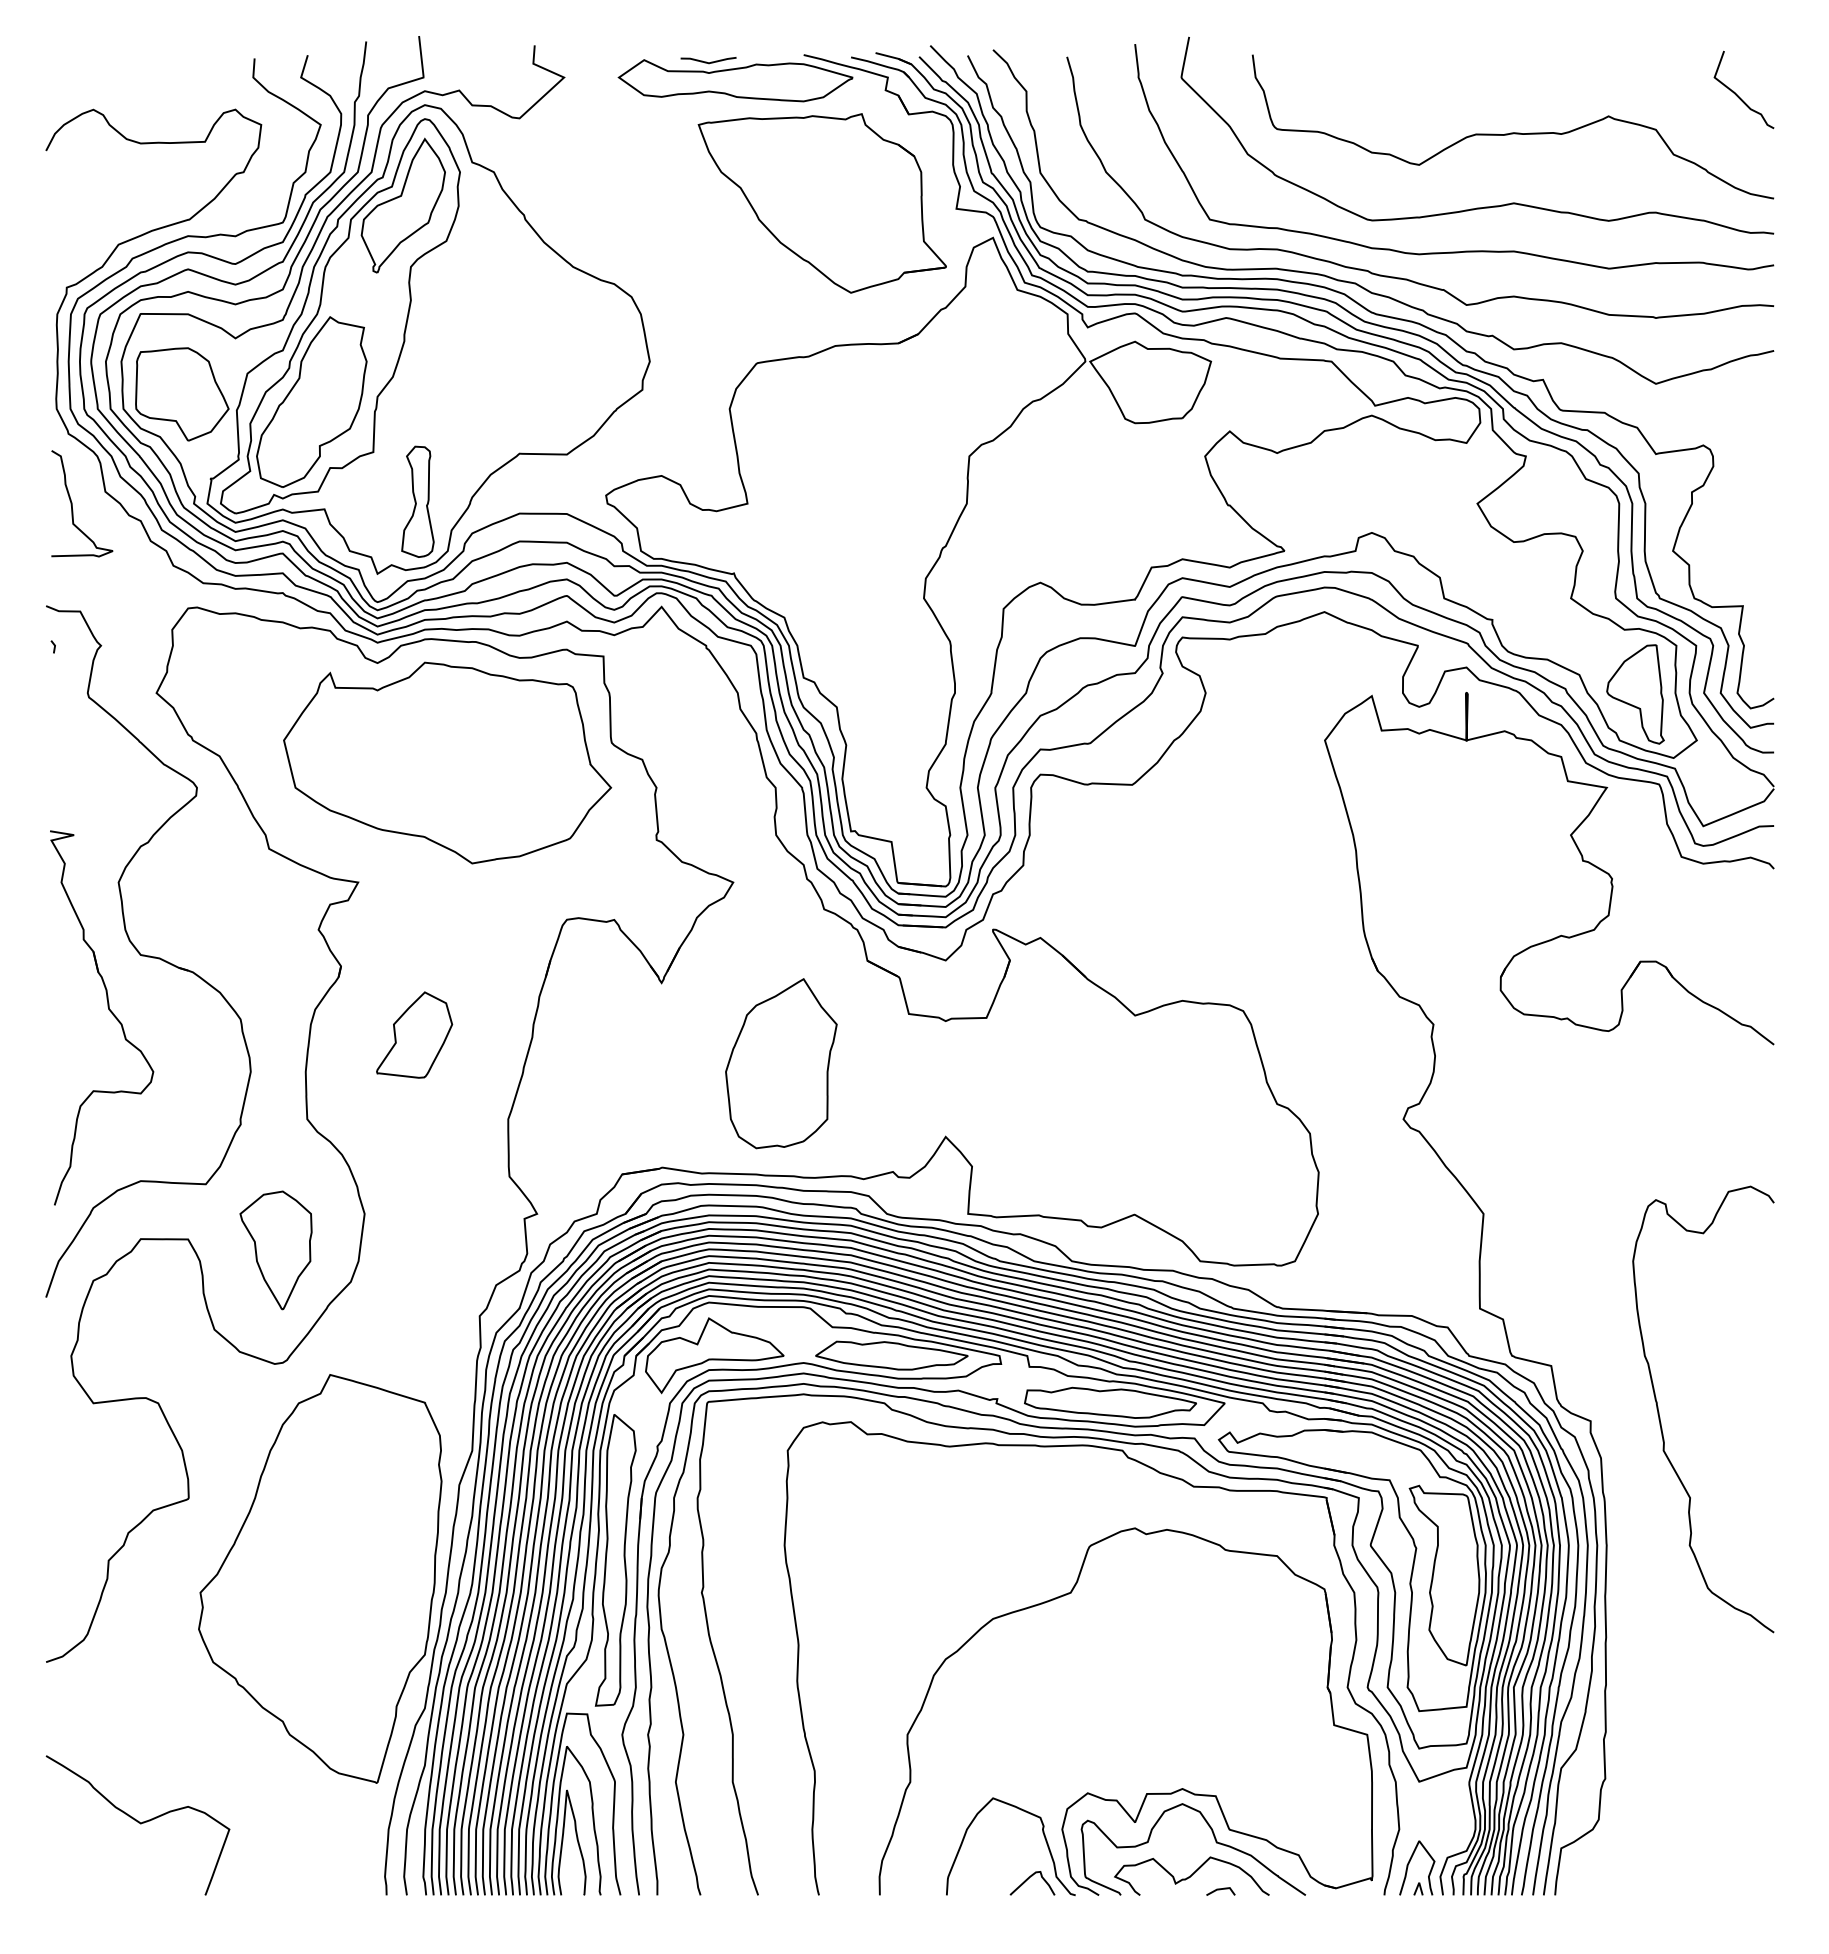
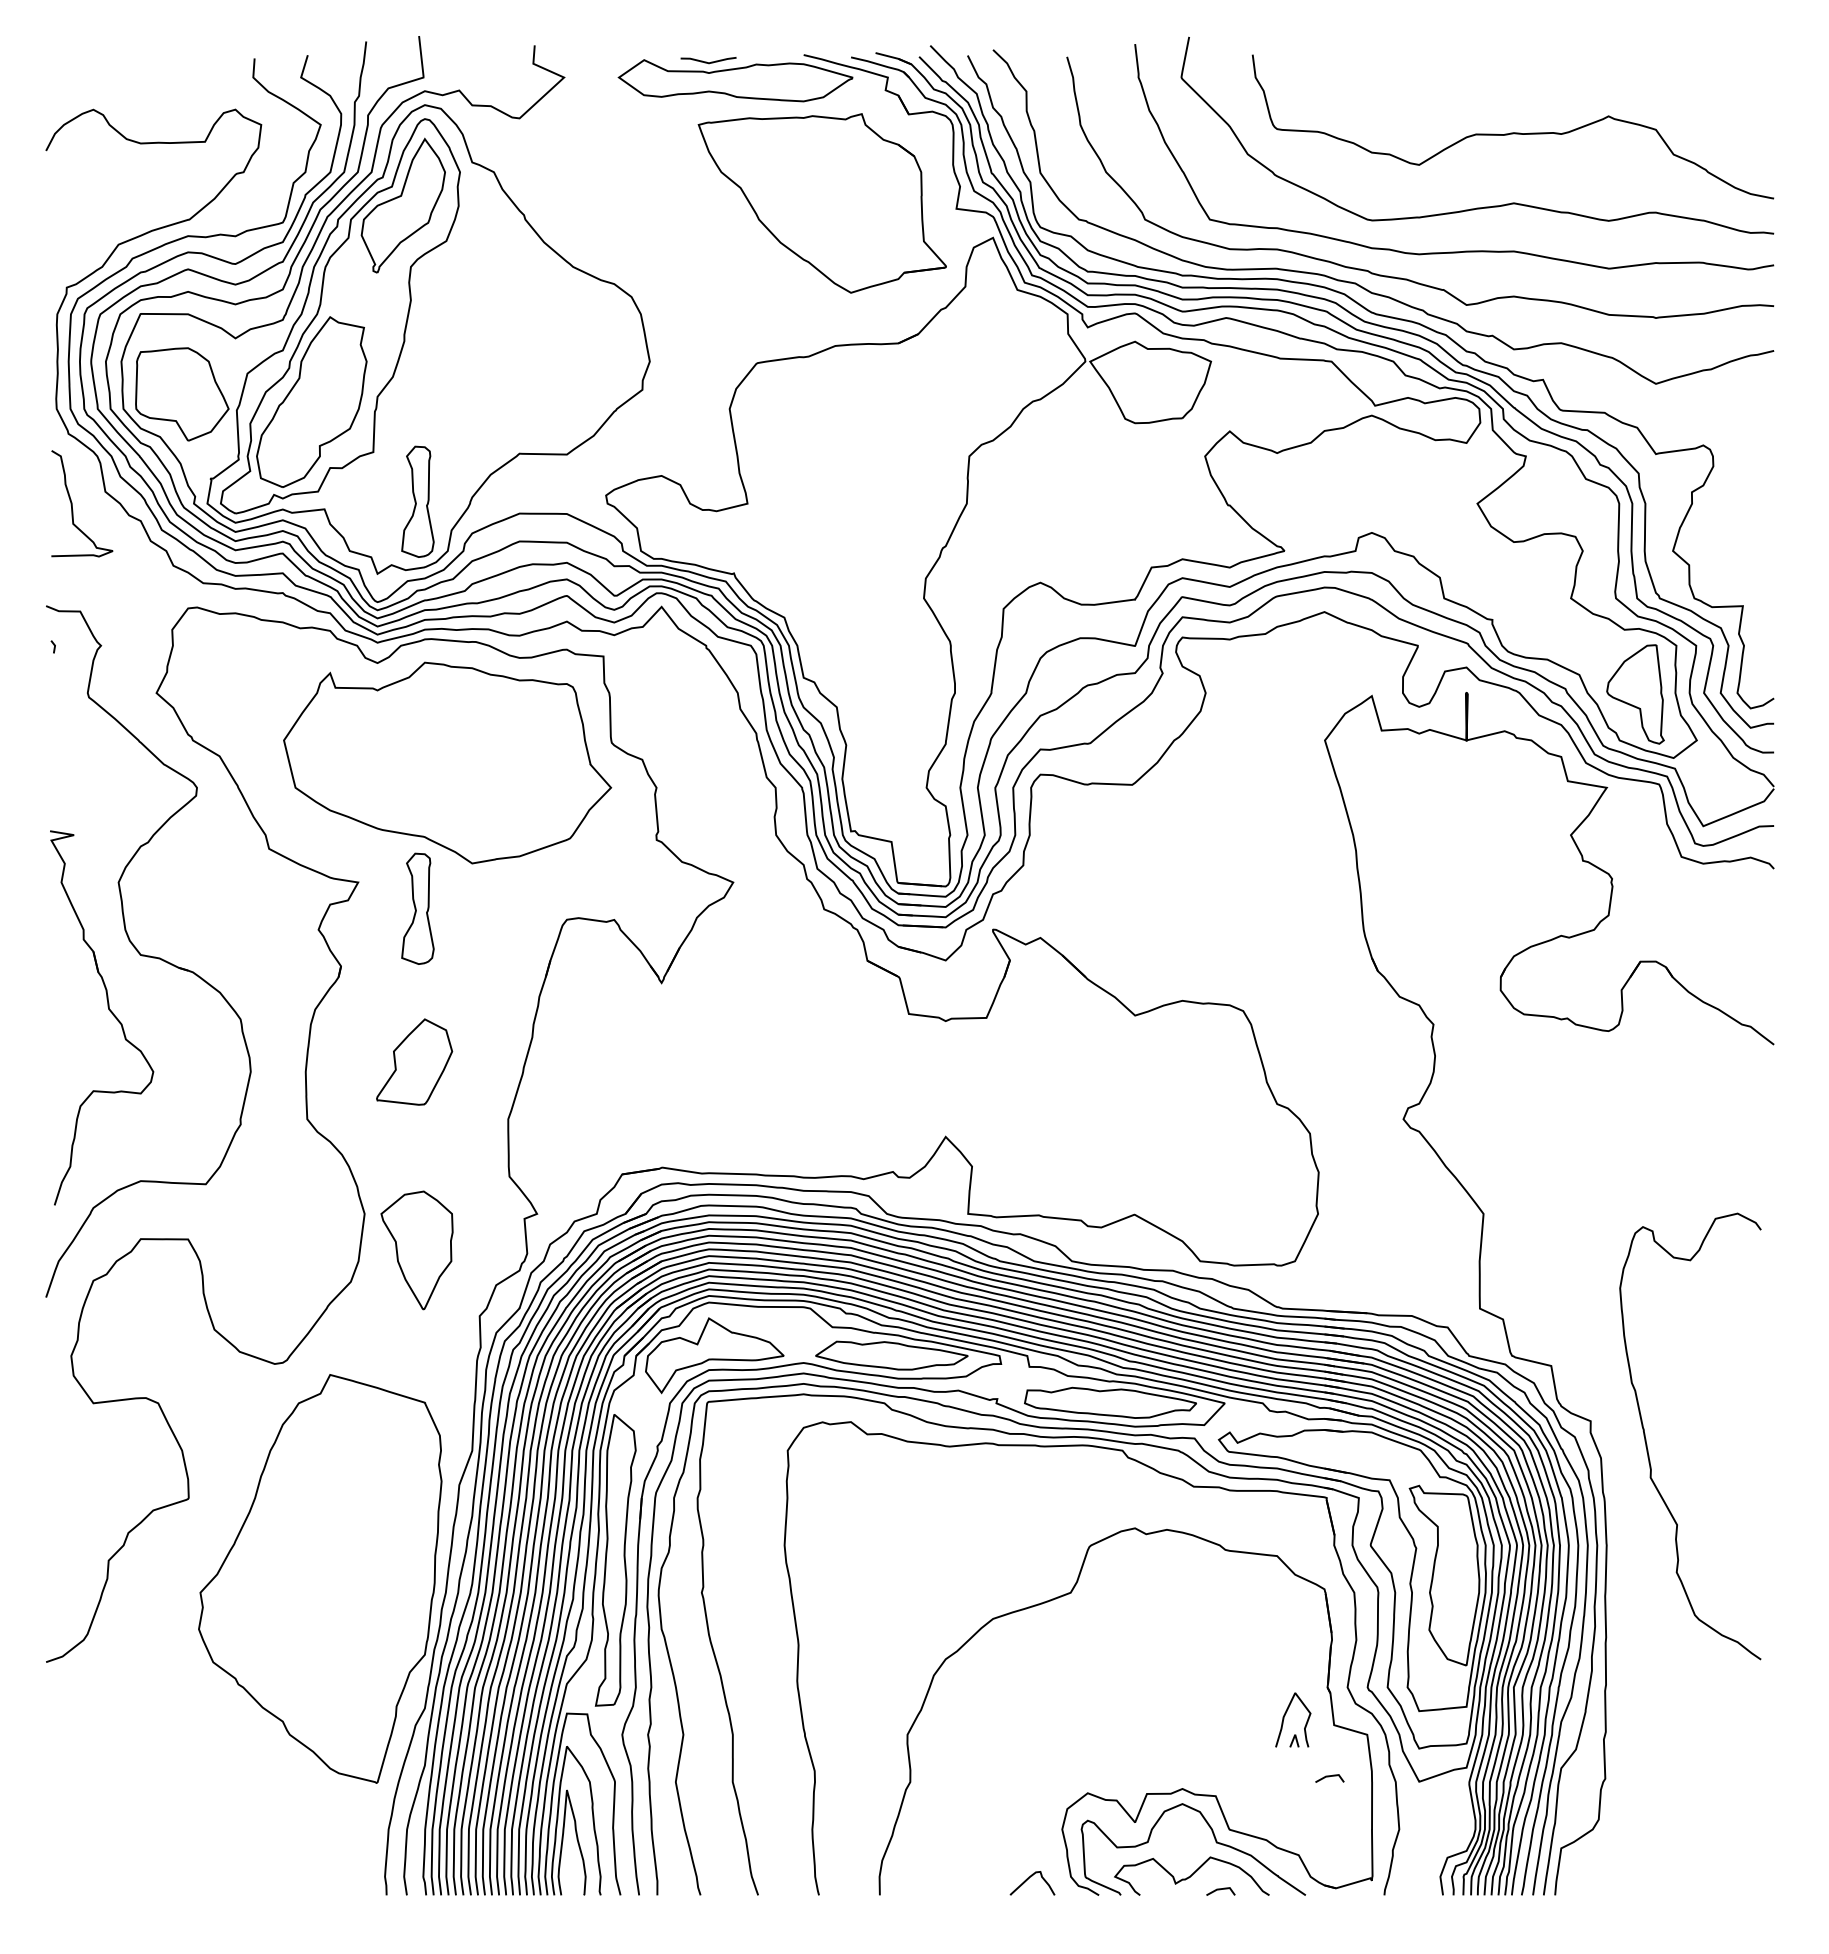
curve at (1737, 94): present -> none
part at (417, 908): none -> present
part at (414, 1034) position: (414, 1034) -> (414, 1061)
part at (781, 1063): present -> none
part at (275, 1250) position: (275, 1250) -> (416, 1250)
curve at (1660, 1417) position: (1660, 1417) -> (1647, 1444)
line at (1329, 1777): none -> present
curve at (138, 1823): present -> none
curve at (1043, 1835): present -> none
part at (1409, 1863) position: (1409, 1863) -> (1285, 1715)
